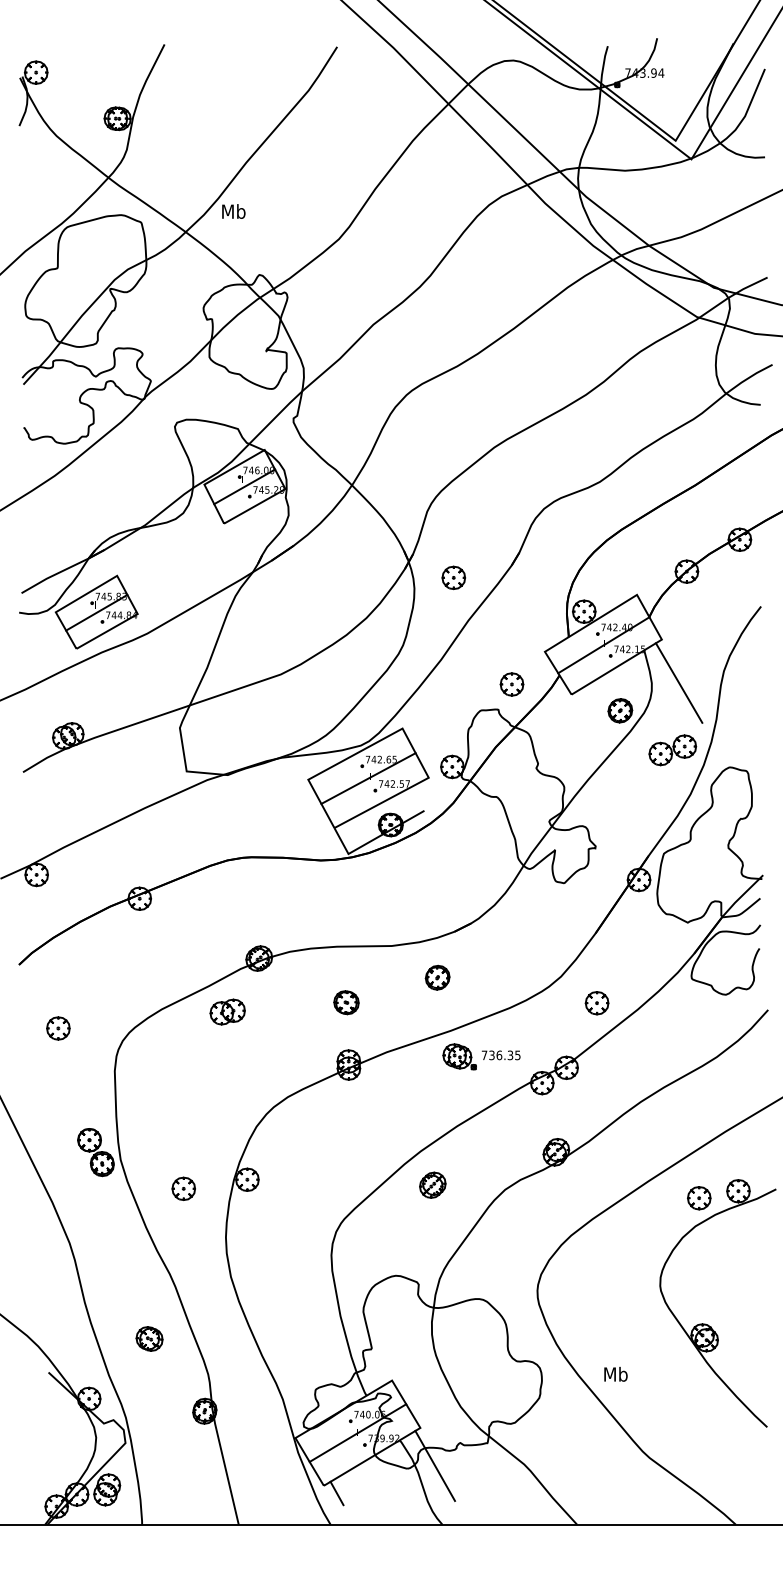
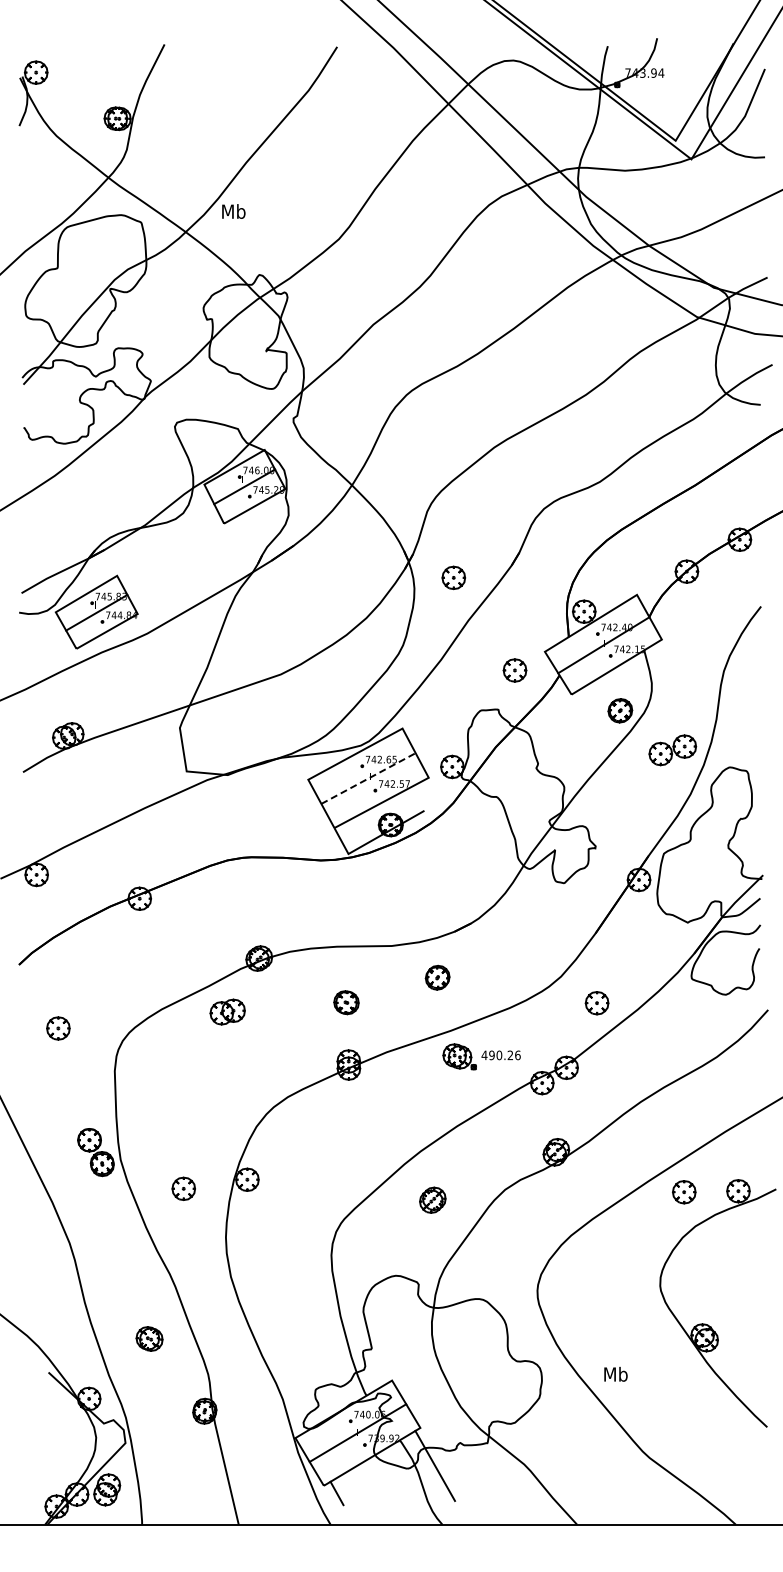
line at (678, 682): present -> none
part at (511, 684) position: (511, 684) -> (514, 670)
line at (368, 778): solid -> dashed
text at (500, 1055): 736.35 -> 490.26
part at (432, 1184) position: (432, 1184) -> (432, 1199)
part at (699, 1198) position: (699, 1198) -> (684, 1192)
